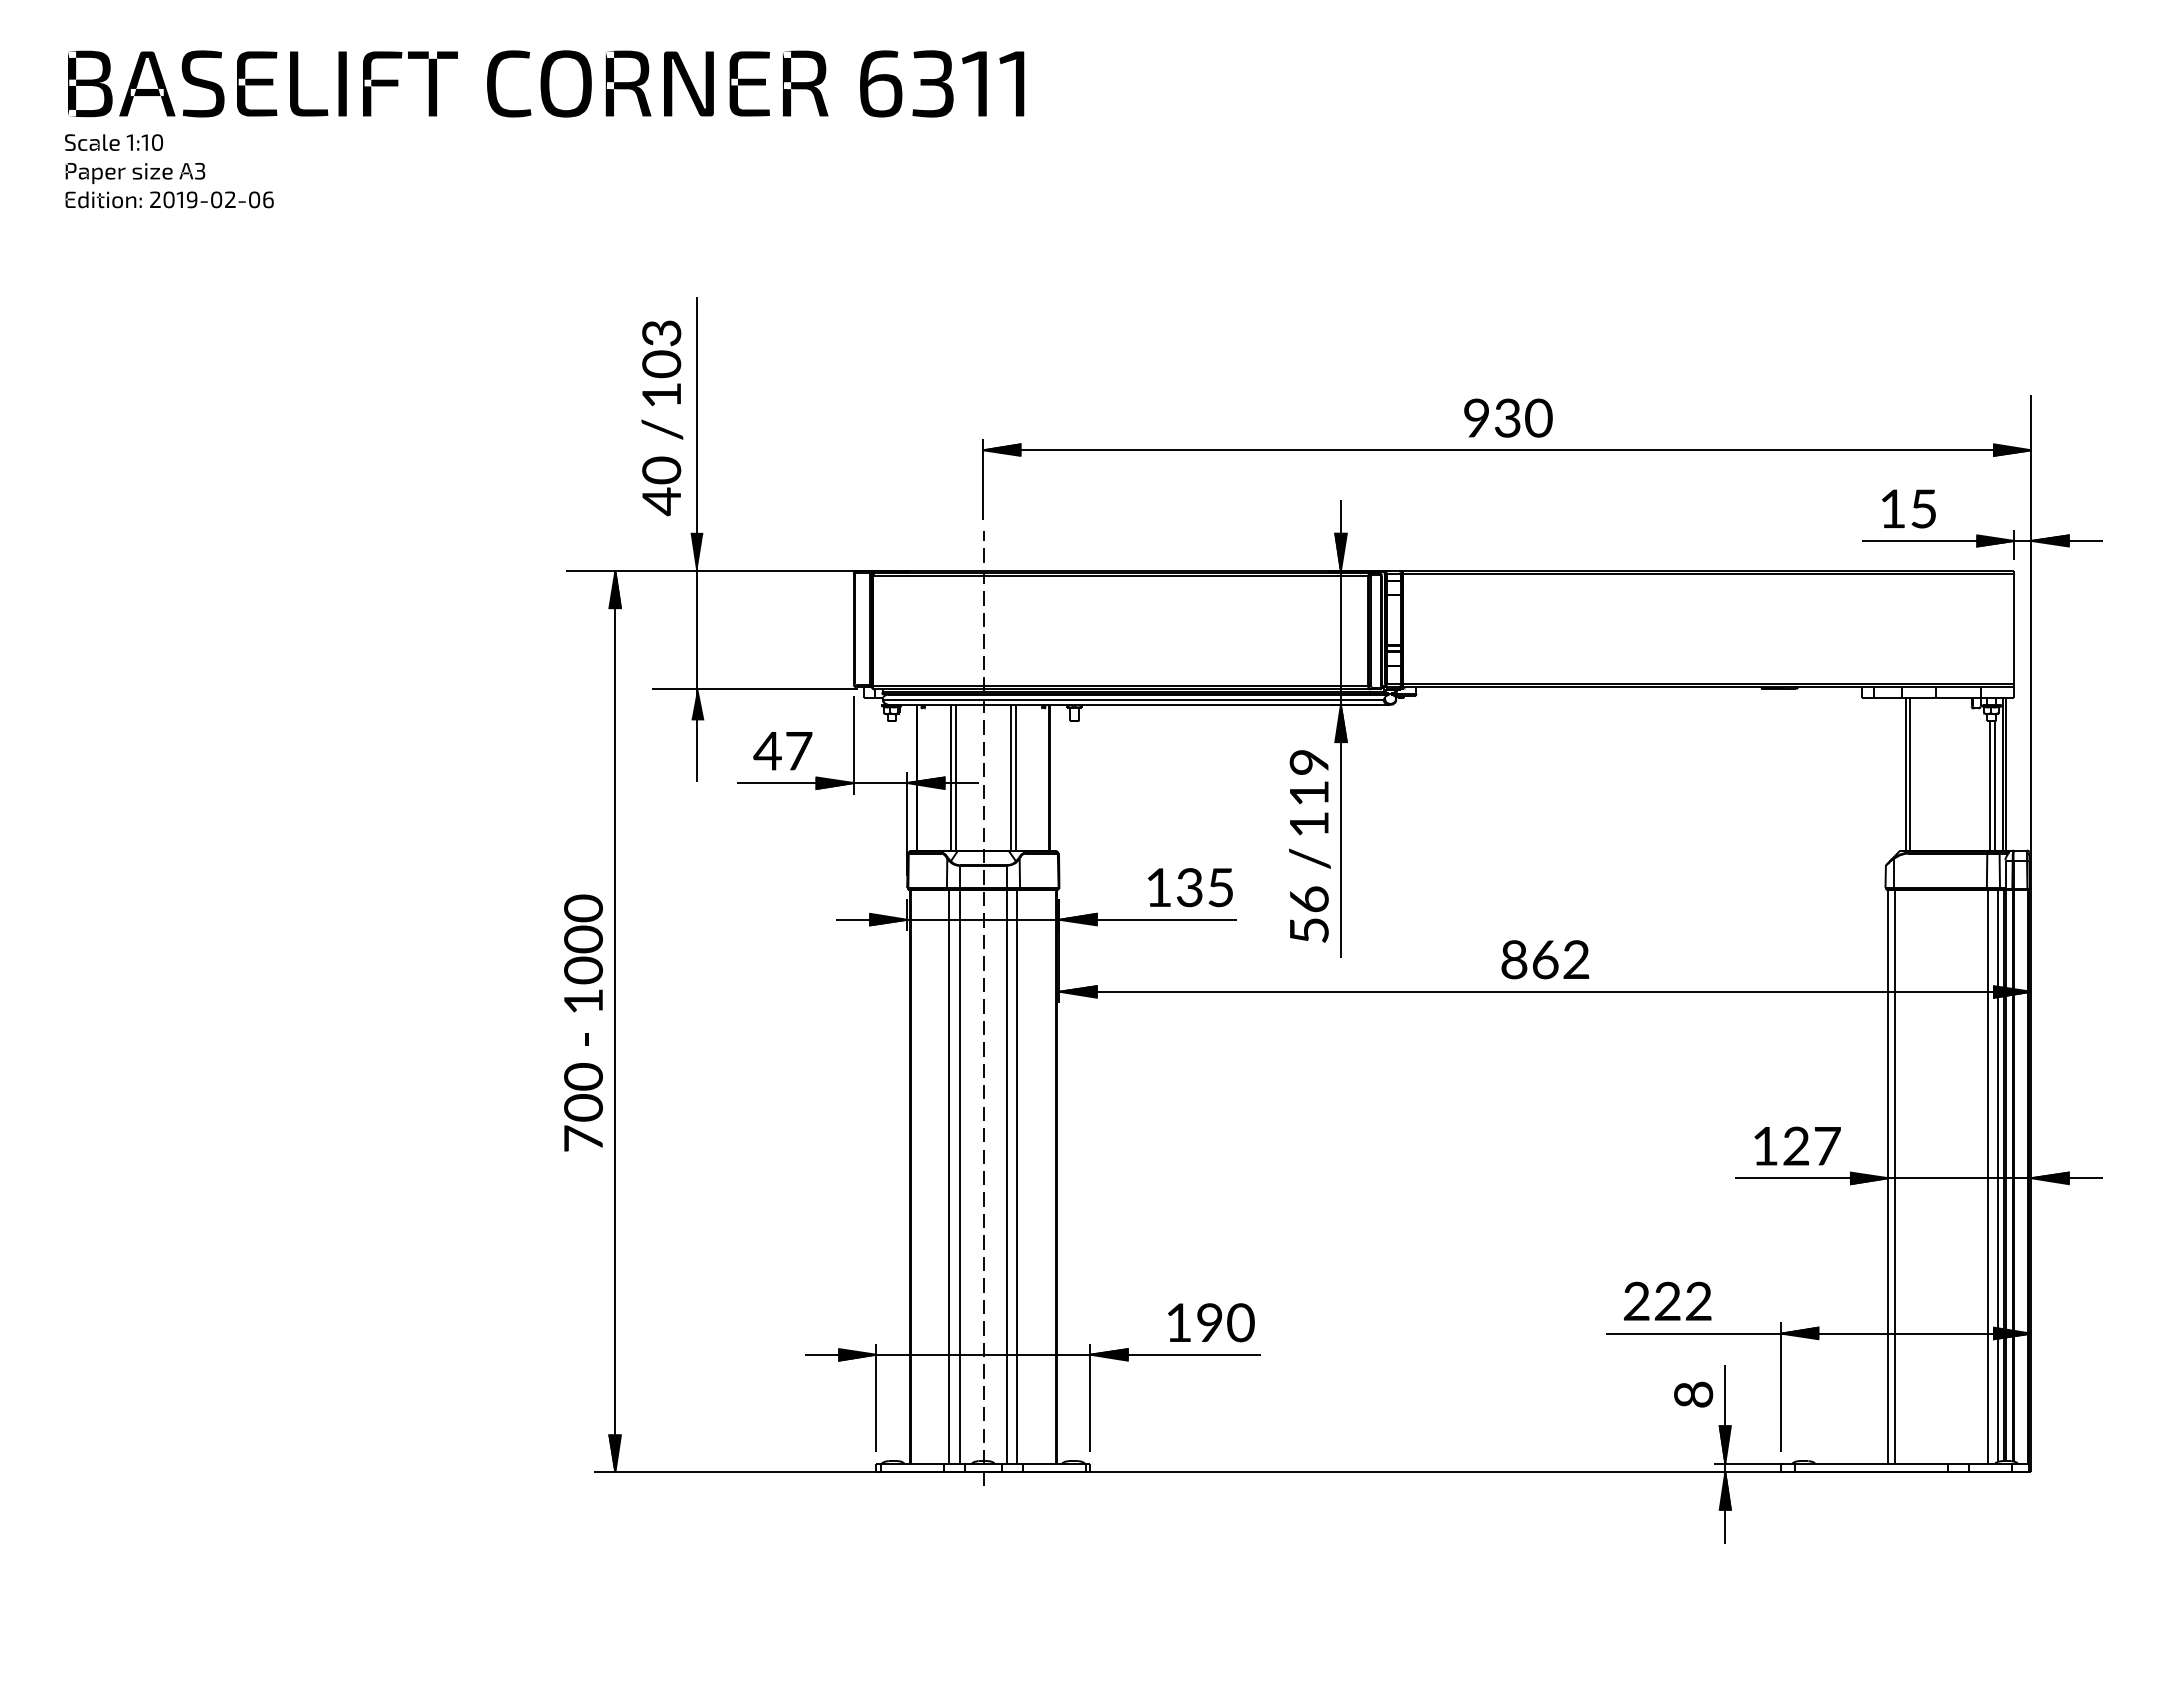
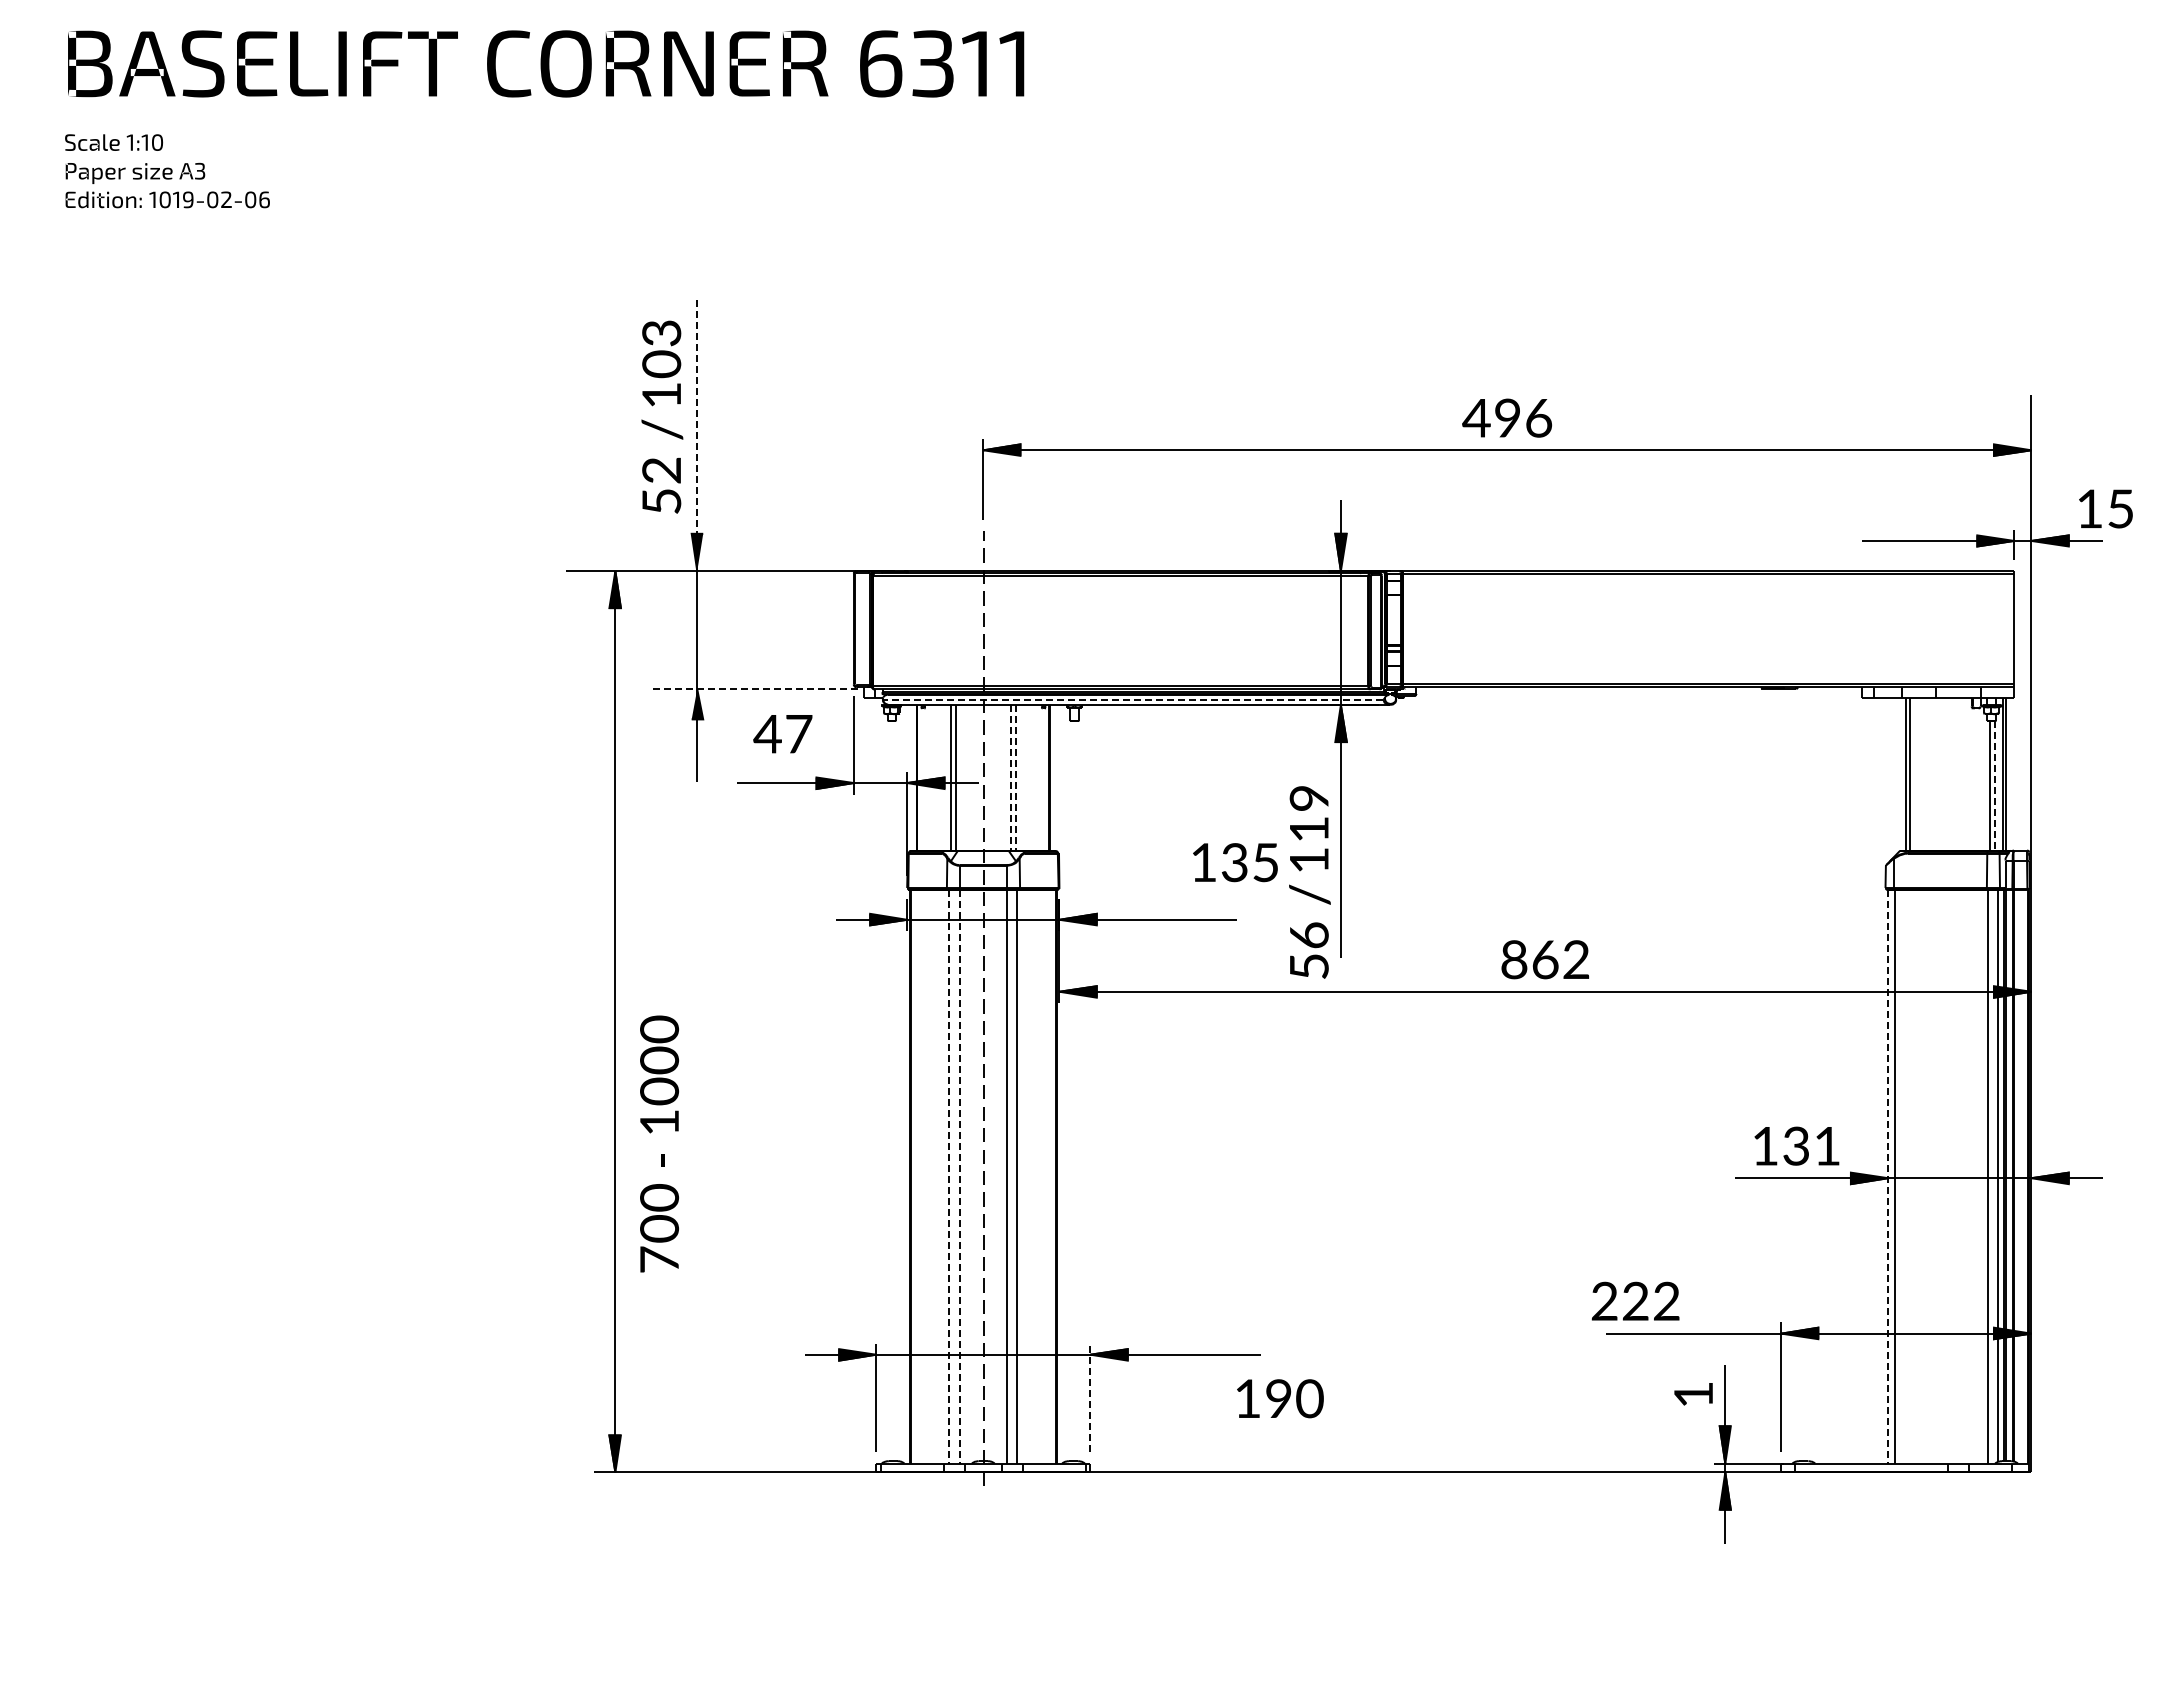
text at (546, 83) position: (546, 83) -> (546, 63)
text at (211, 199): 2019-02-06 -> 1019-02-06
text at (1507, 417): 930 -> 496
line at (697, 433): solid -> dashed
text at (661, 486): 40 -> 52
text at (1908, 508) position: (1908, 508) -> (2105, 508)
line at (754, 688): solid -> dashed
line at (1132, 699): solid -> dashed
text at (782, 751) position: (782, 751) -> (782, 734)
line at (1010, 777): solid -> dashed
line at (1016, 777): solid -> dashed
line at (1994, 785): solid -> dashed
text at (1309, 846) position: (1309, 846) -> (1309, 882)
text at (1190, 887) position: (1190, 887) -> (1235, 862)
text at (583, 1022) position: (583, 1022) -> (659, 1143)
text at (1811, 1146): 127 -> 131
line at (949, 1176): solid -> dashed
line at (959, 1176): solid -> dashed
line at (1888, 1176): solid -> dashed
text at (1667, 1300) position: (1667, 1300) -> (1635, 1300)
text at (1211, 1322) position: (1211, 1322) -> (1280, 1398)
text at (1693, 1394): 8 -> 1
line at (1090, 1397): solid -> dashed
